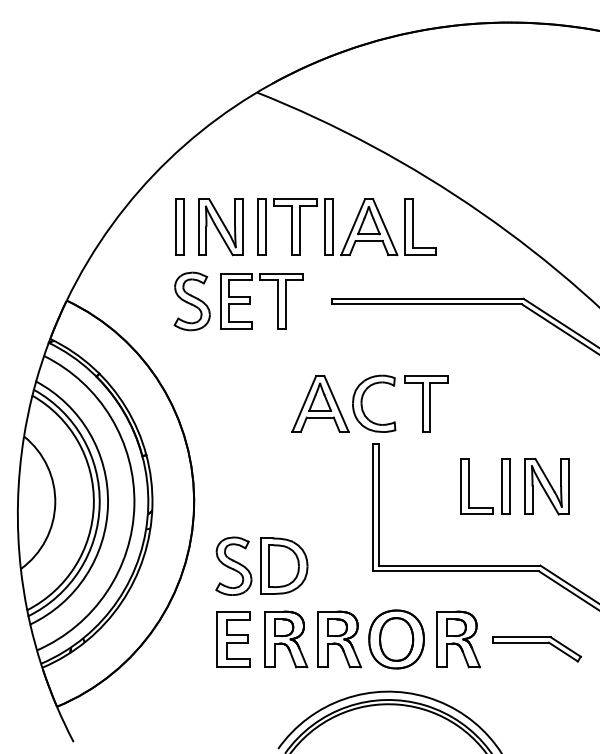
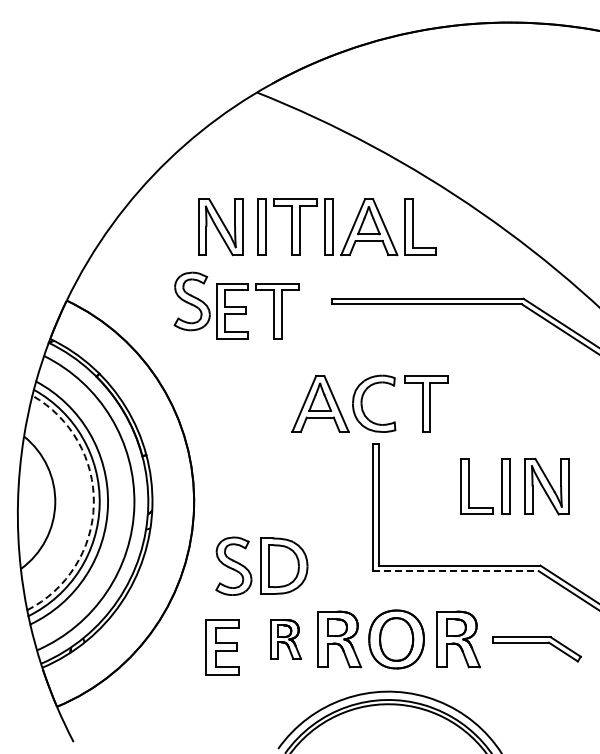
part at (179, 226): present -> none
part at (250, 301) position: (250, 301) -> (246, 311)
arc at (93, 504): solid -> dashed
line at (456, 571): solid -> dashed
part at (233, 639) position: (233, 639) -> (222, 647)
part at (286, 639) size: 45x59 px -> 33x41 px
